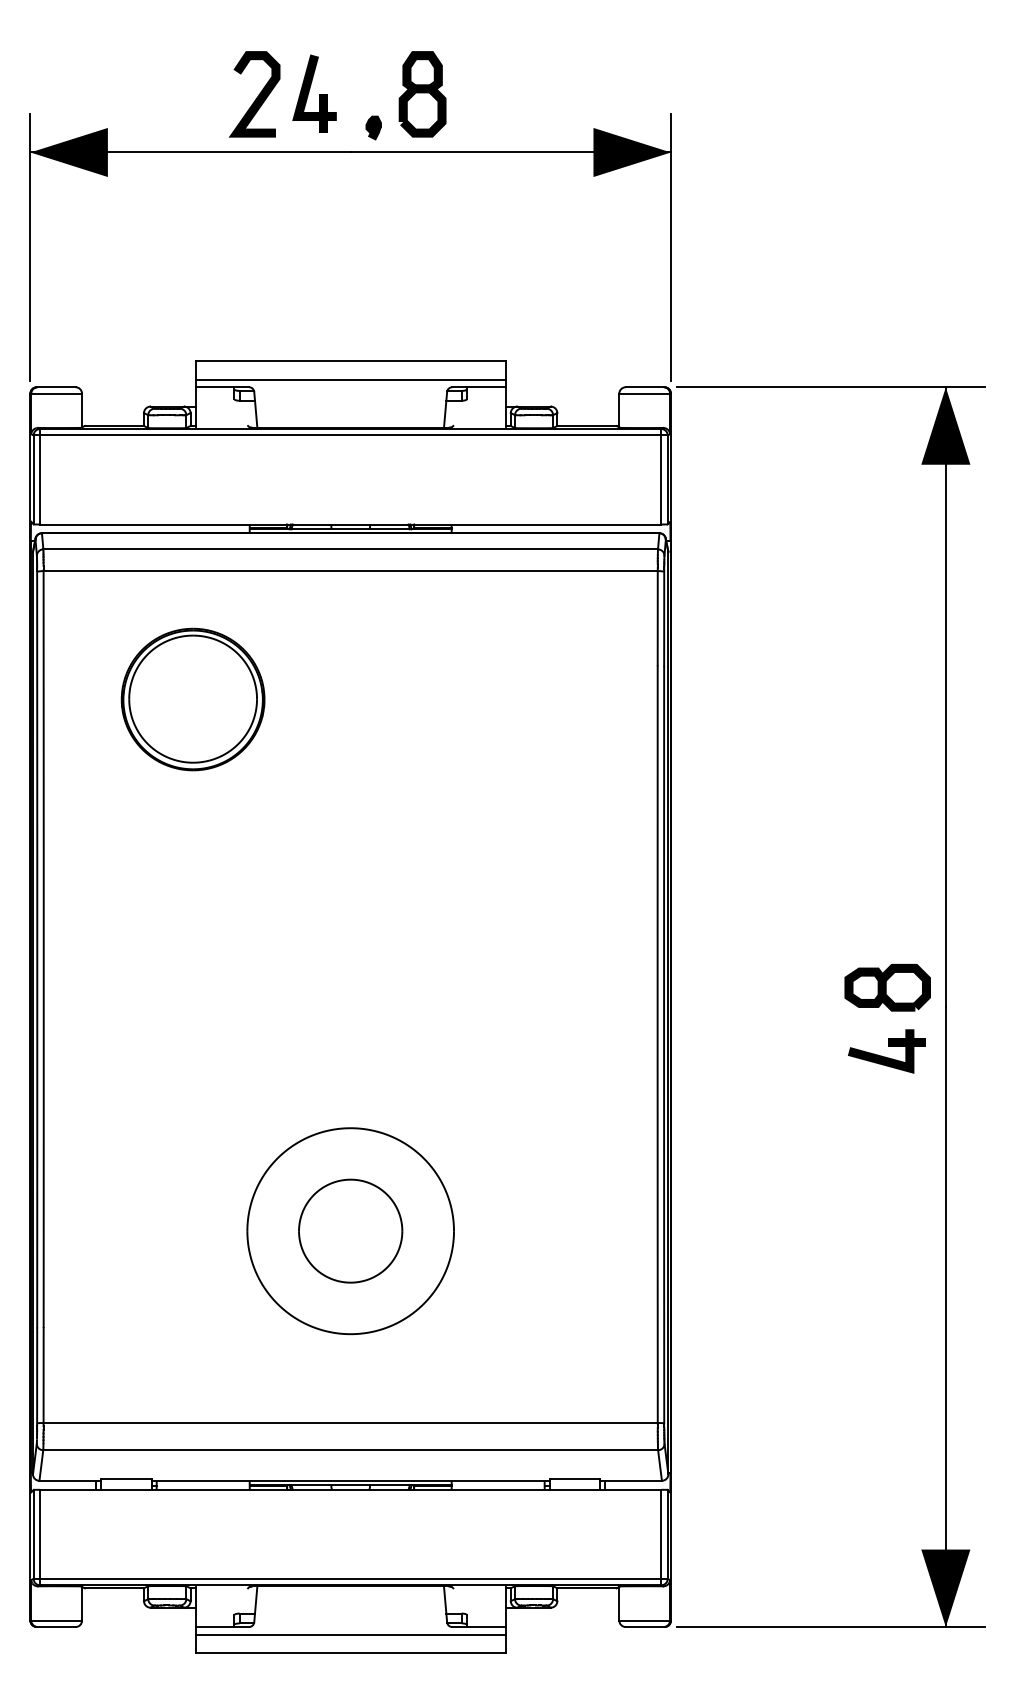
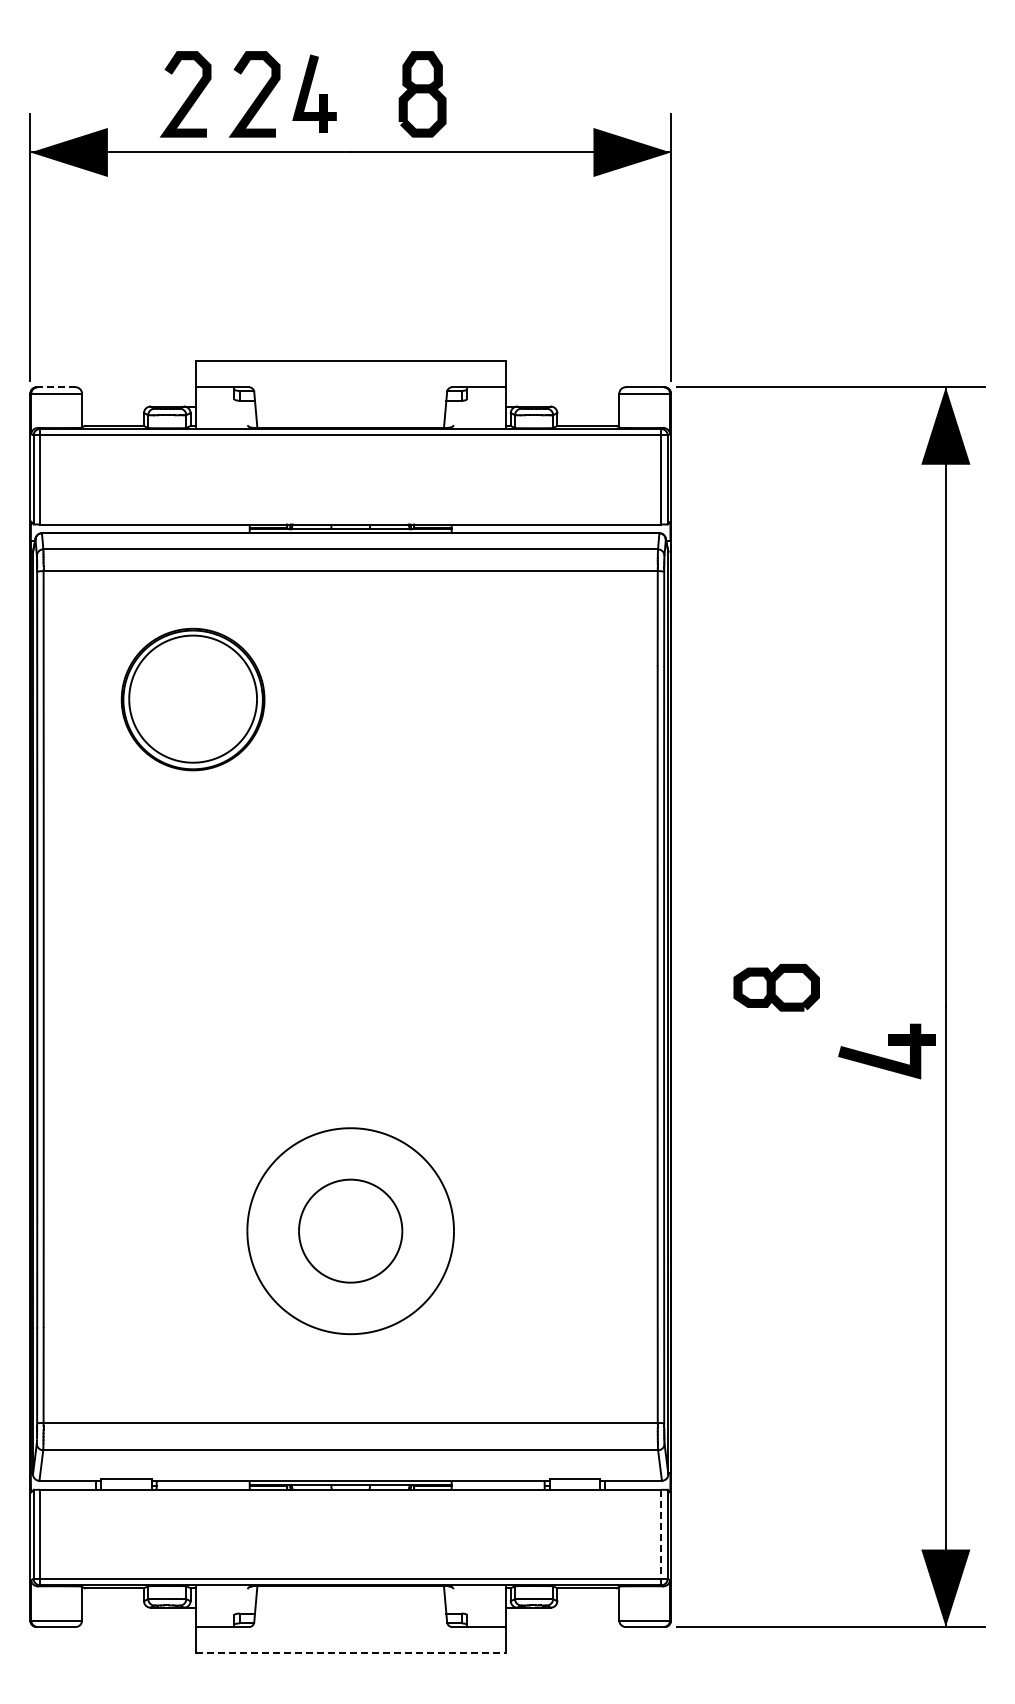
curve at (188, 96): none -> present
part at (373, 127): present -> none
line at (350, 379): present -> none
line at (55, 387): solid -> dashed
part at (887, 987) position: (887, 987) -> (776, 987)
part at (886, 1051) size: 78x45 px -> 98x57 px
line at (661, 1537): solid -> dashed
line at (350, 1634): present -> none
line at (350, 1652): solid -> dashed
